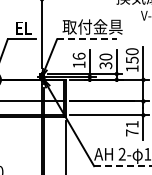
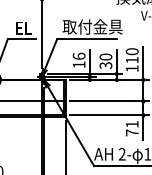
line at (87, 39): dashed -> solid
text at (132, 59): 150 -> 110
line at (123, 166): dashed -> solid
